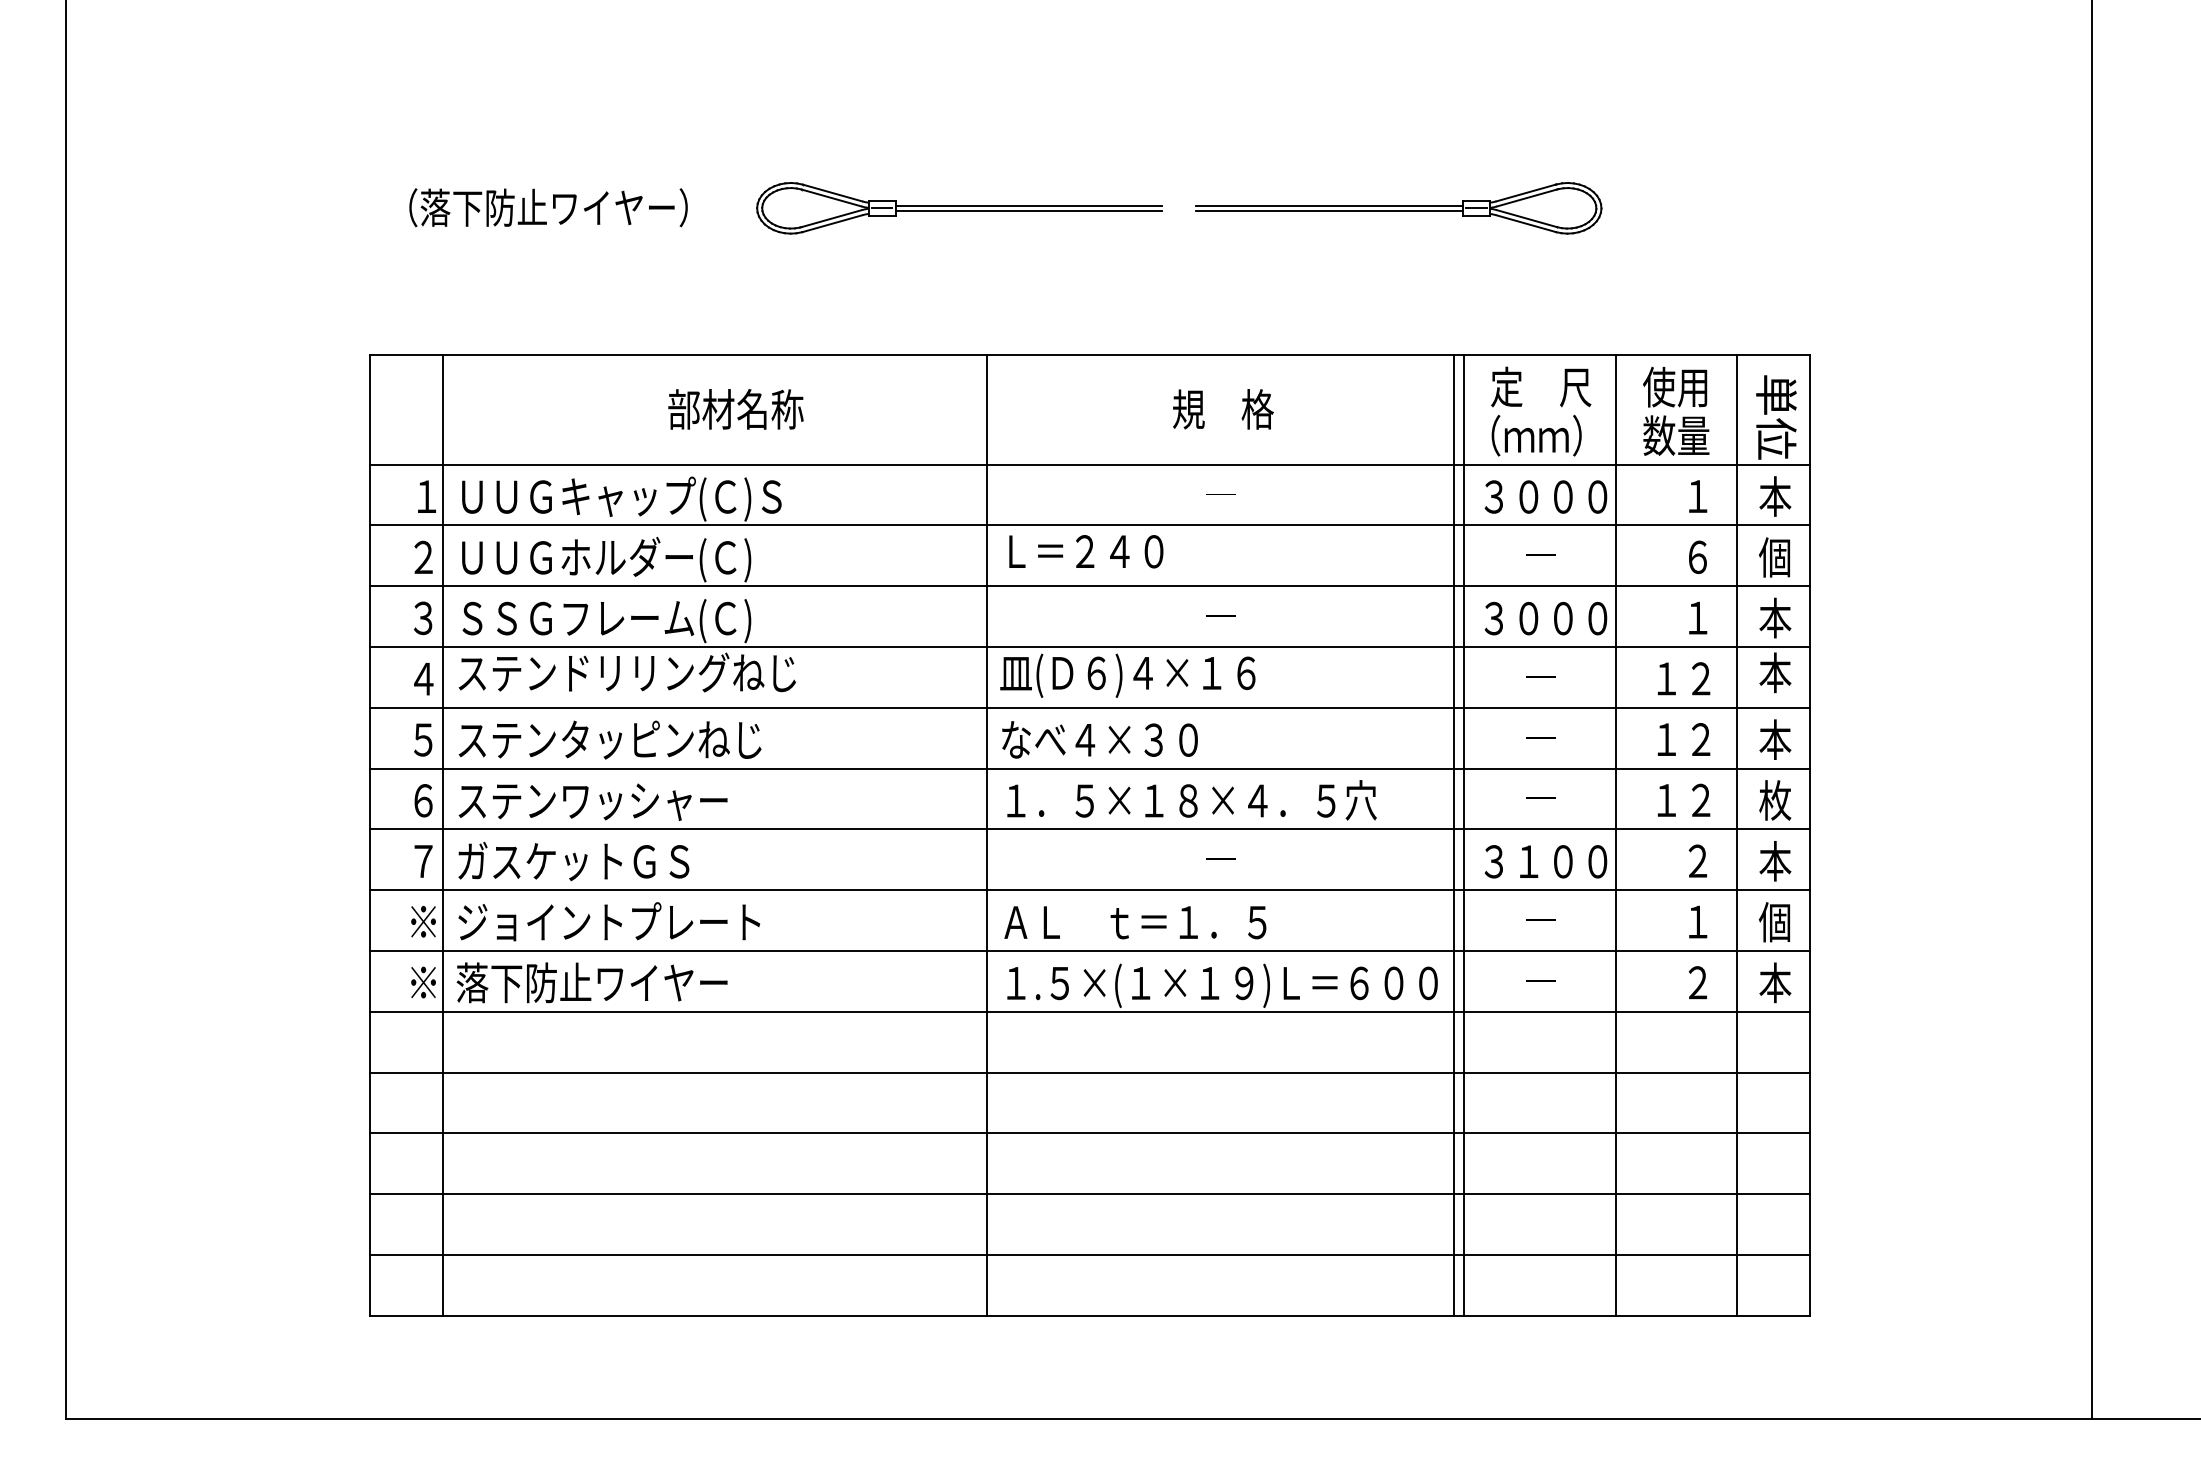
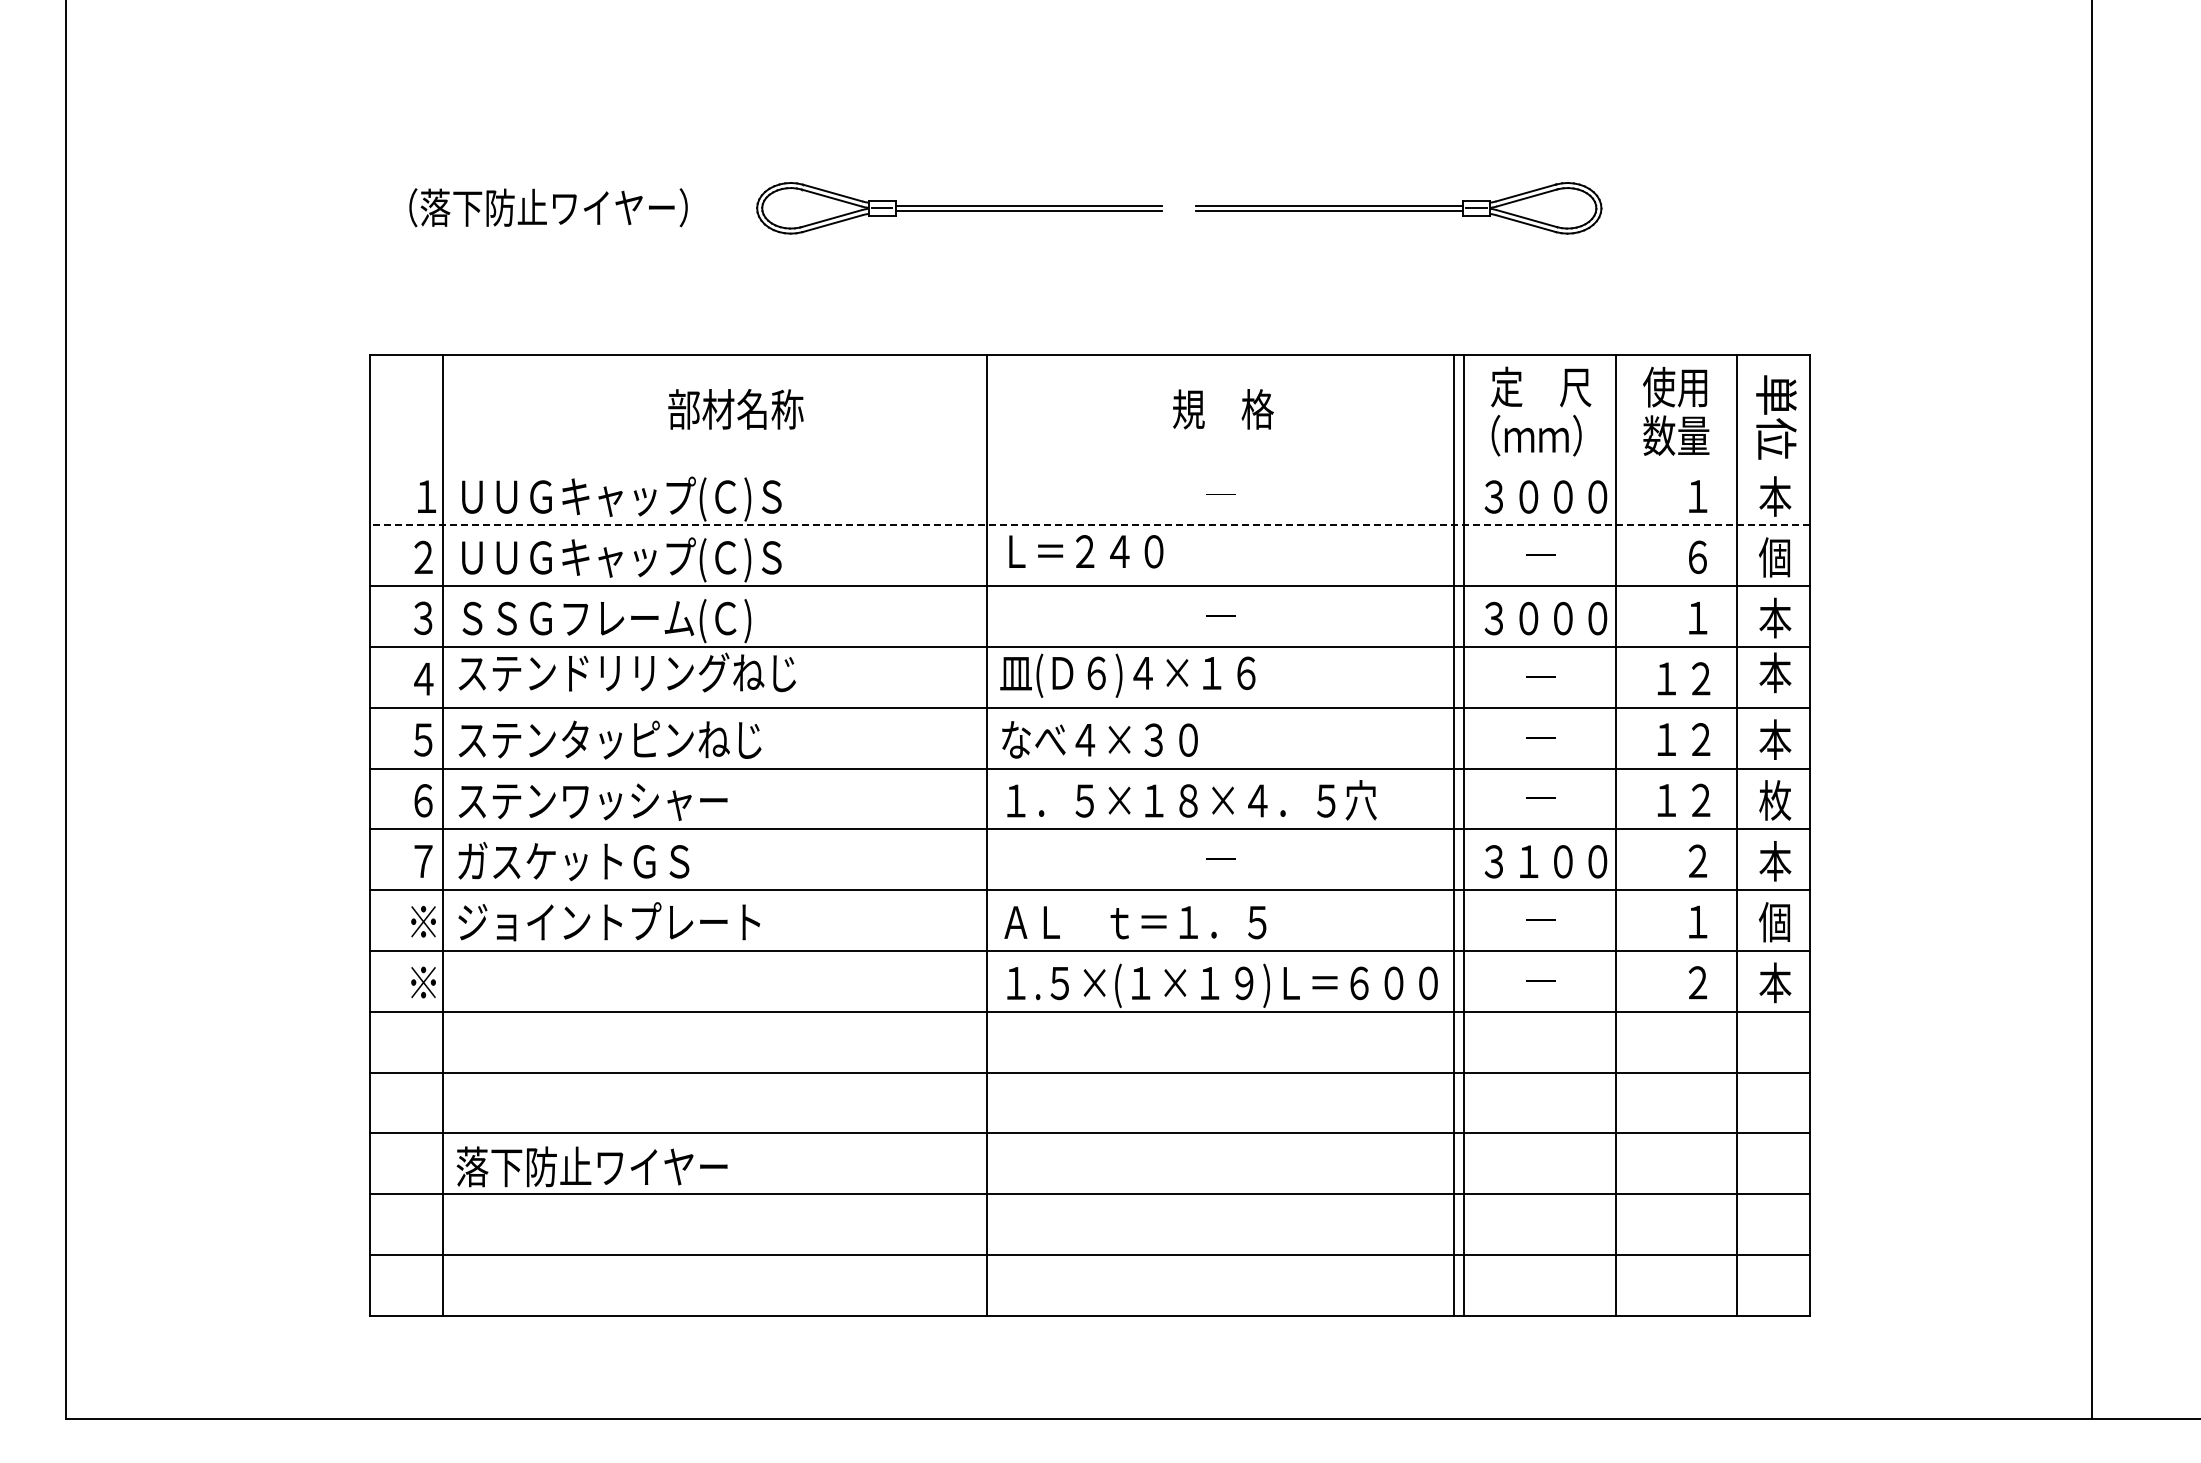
line at (1089, 464): present -> none
line at (1089, 525): solid -> dashed
text at (671, 556): ＵＵＧホルダー(Ｃ) -> ＵＵＧキャップ(Ｃ)Ｓ
text at (591, 982) position: (591, 982) -> (591, 1166)
